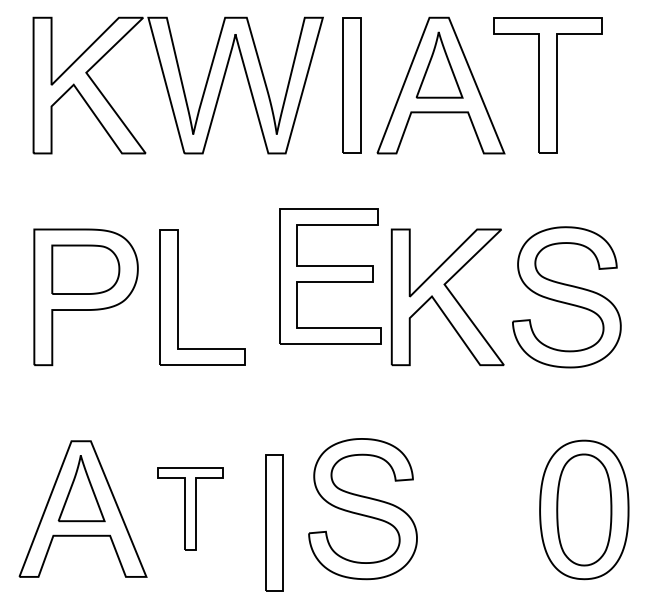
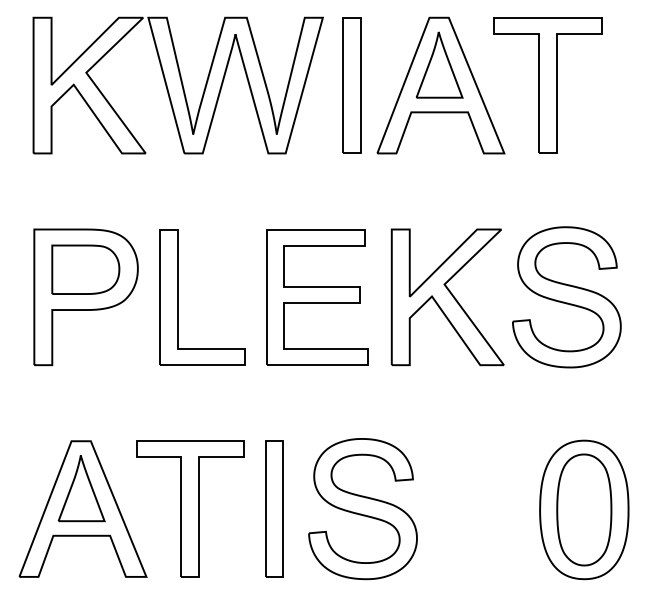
part at (330, 276) position: (330, 276) -> (317, 297)
part at (190, 508) size: 67x84 px -> 109x138 px
part at (274, 522) position: (274, 522) -> (274, 508)
